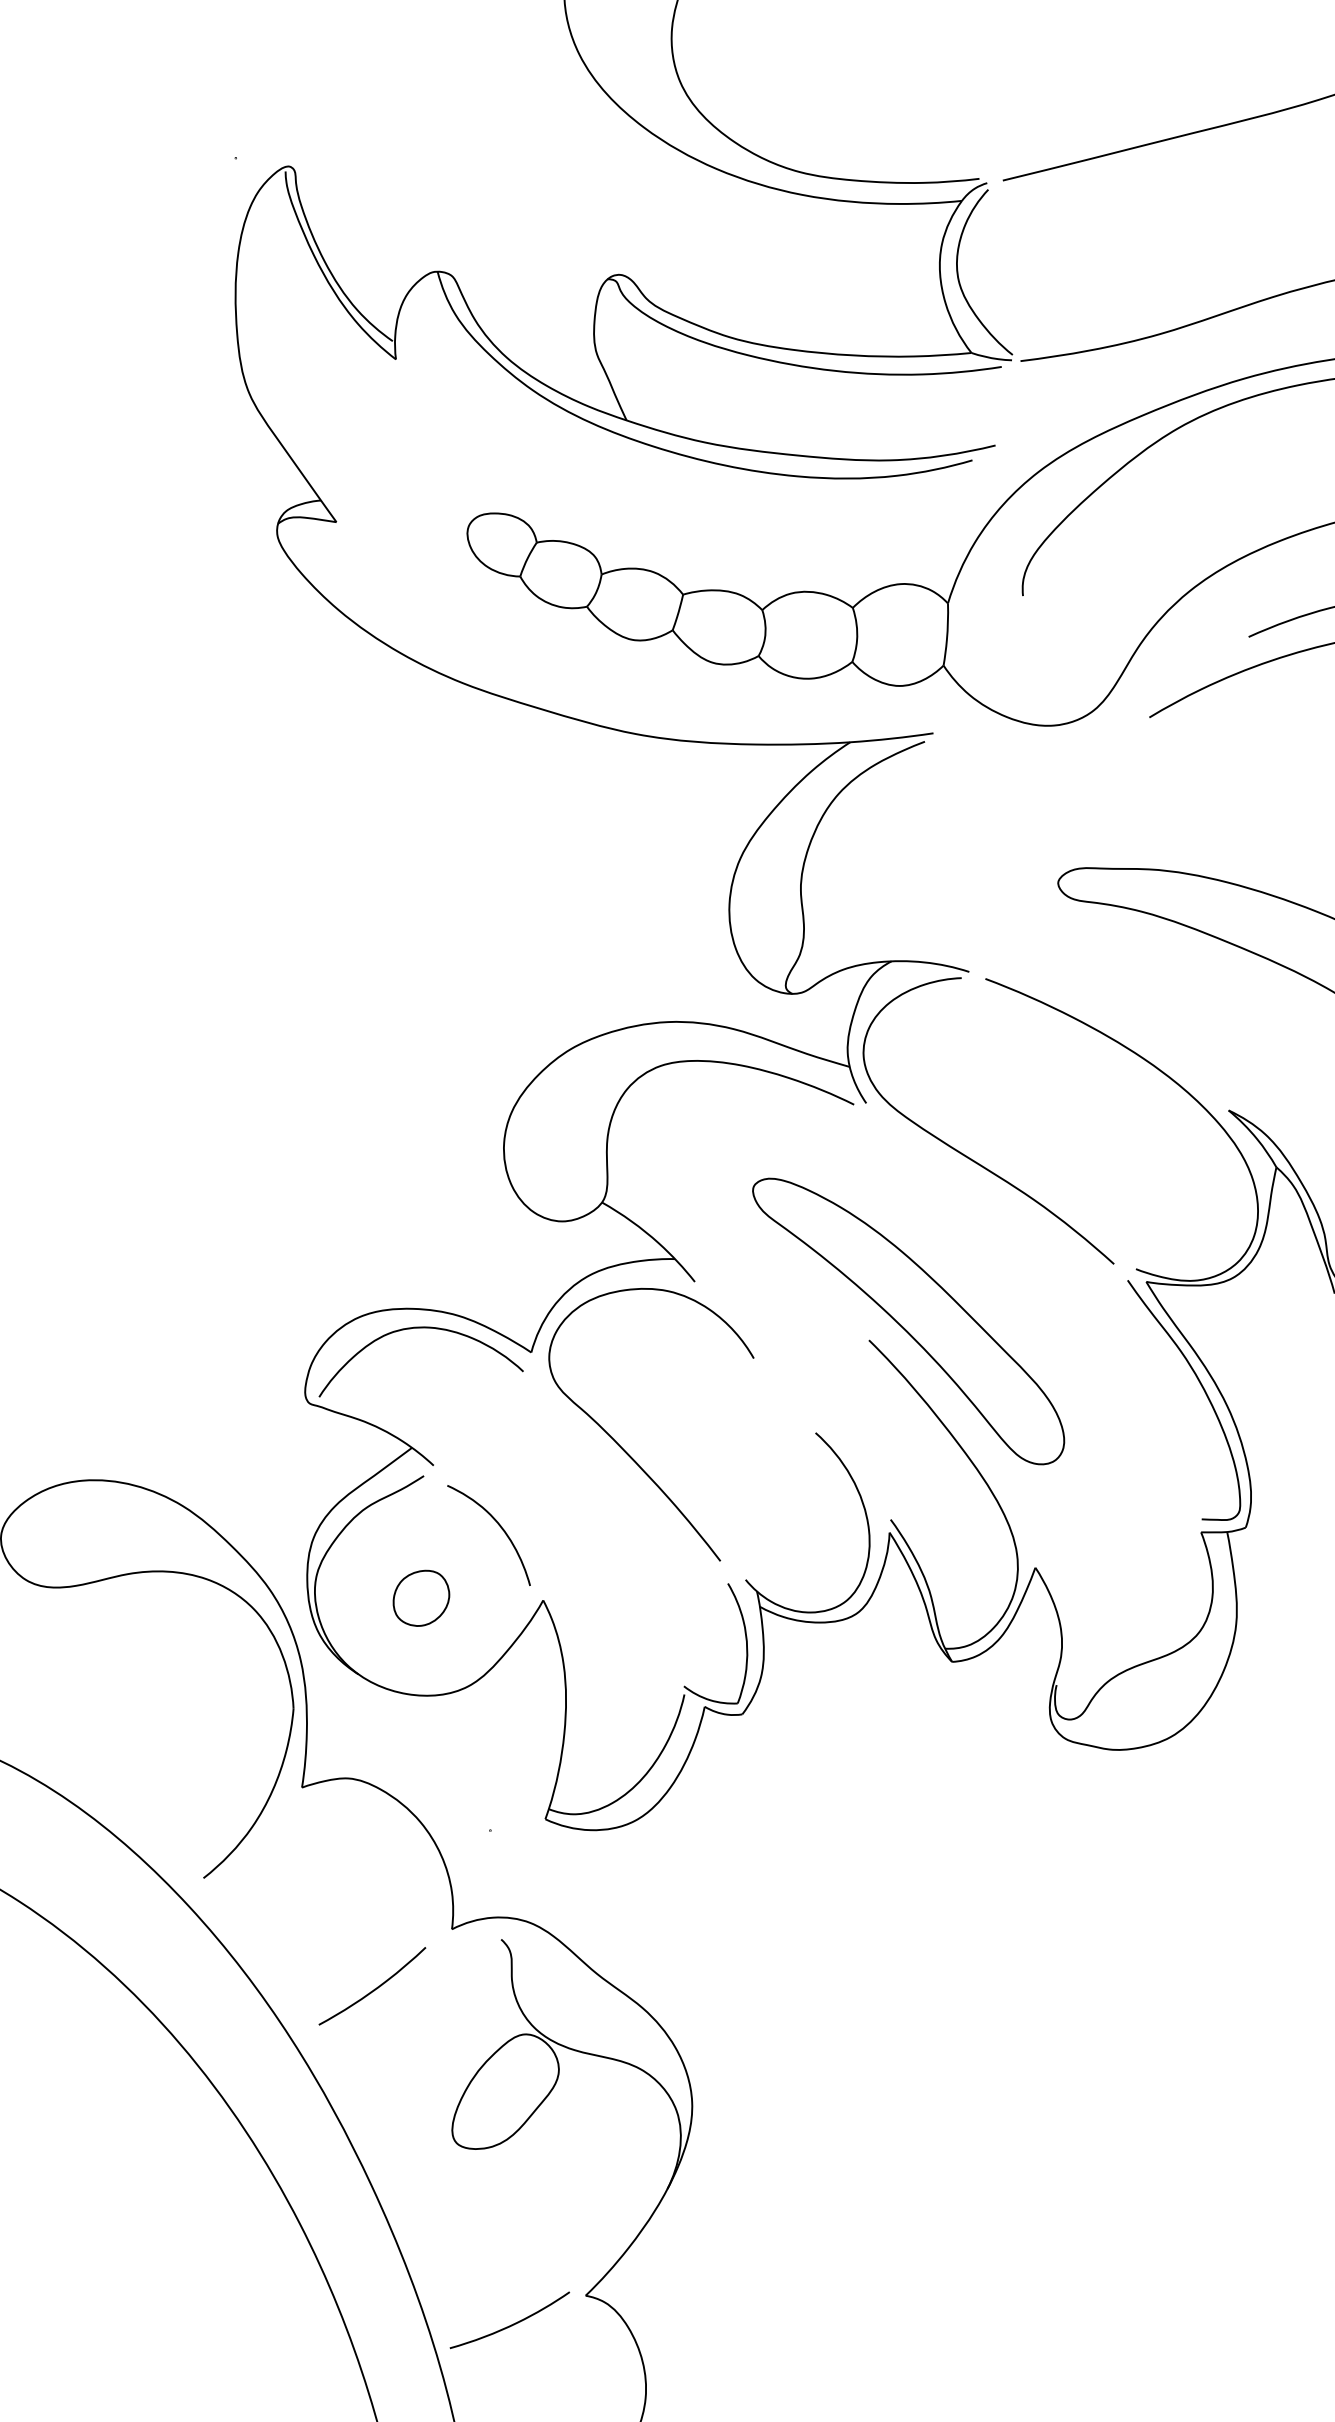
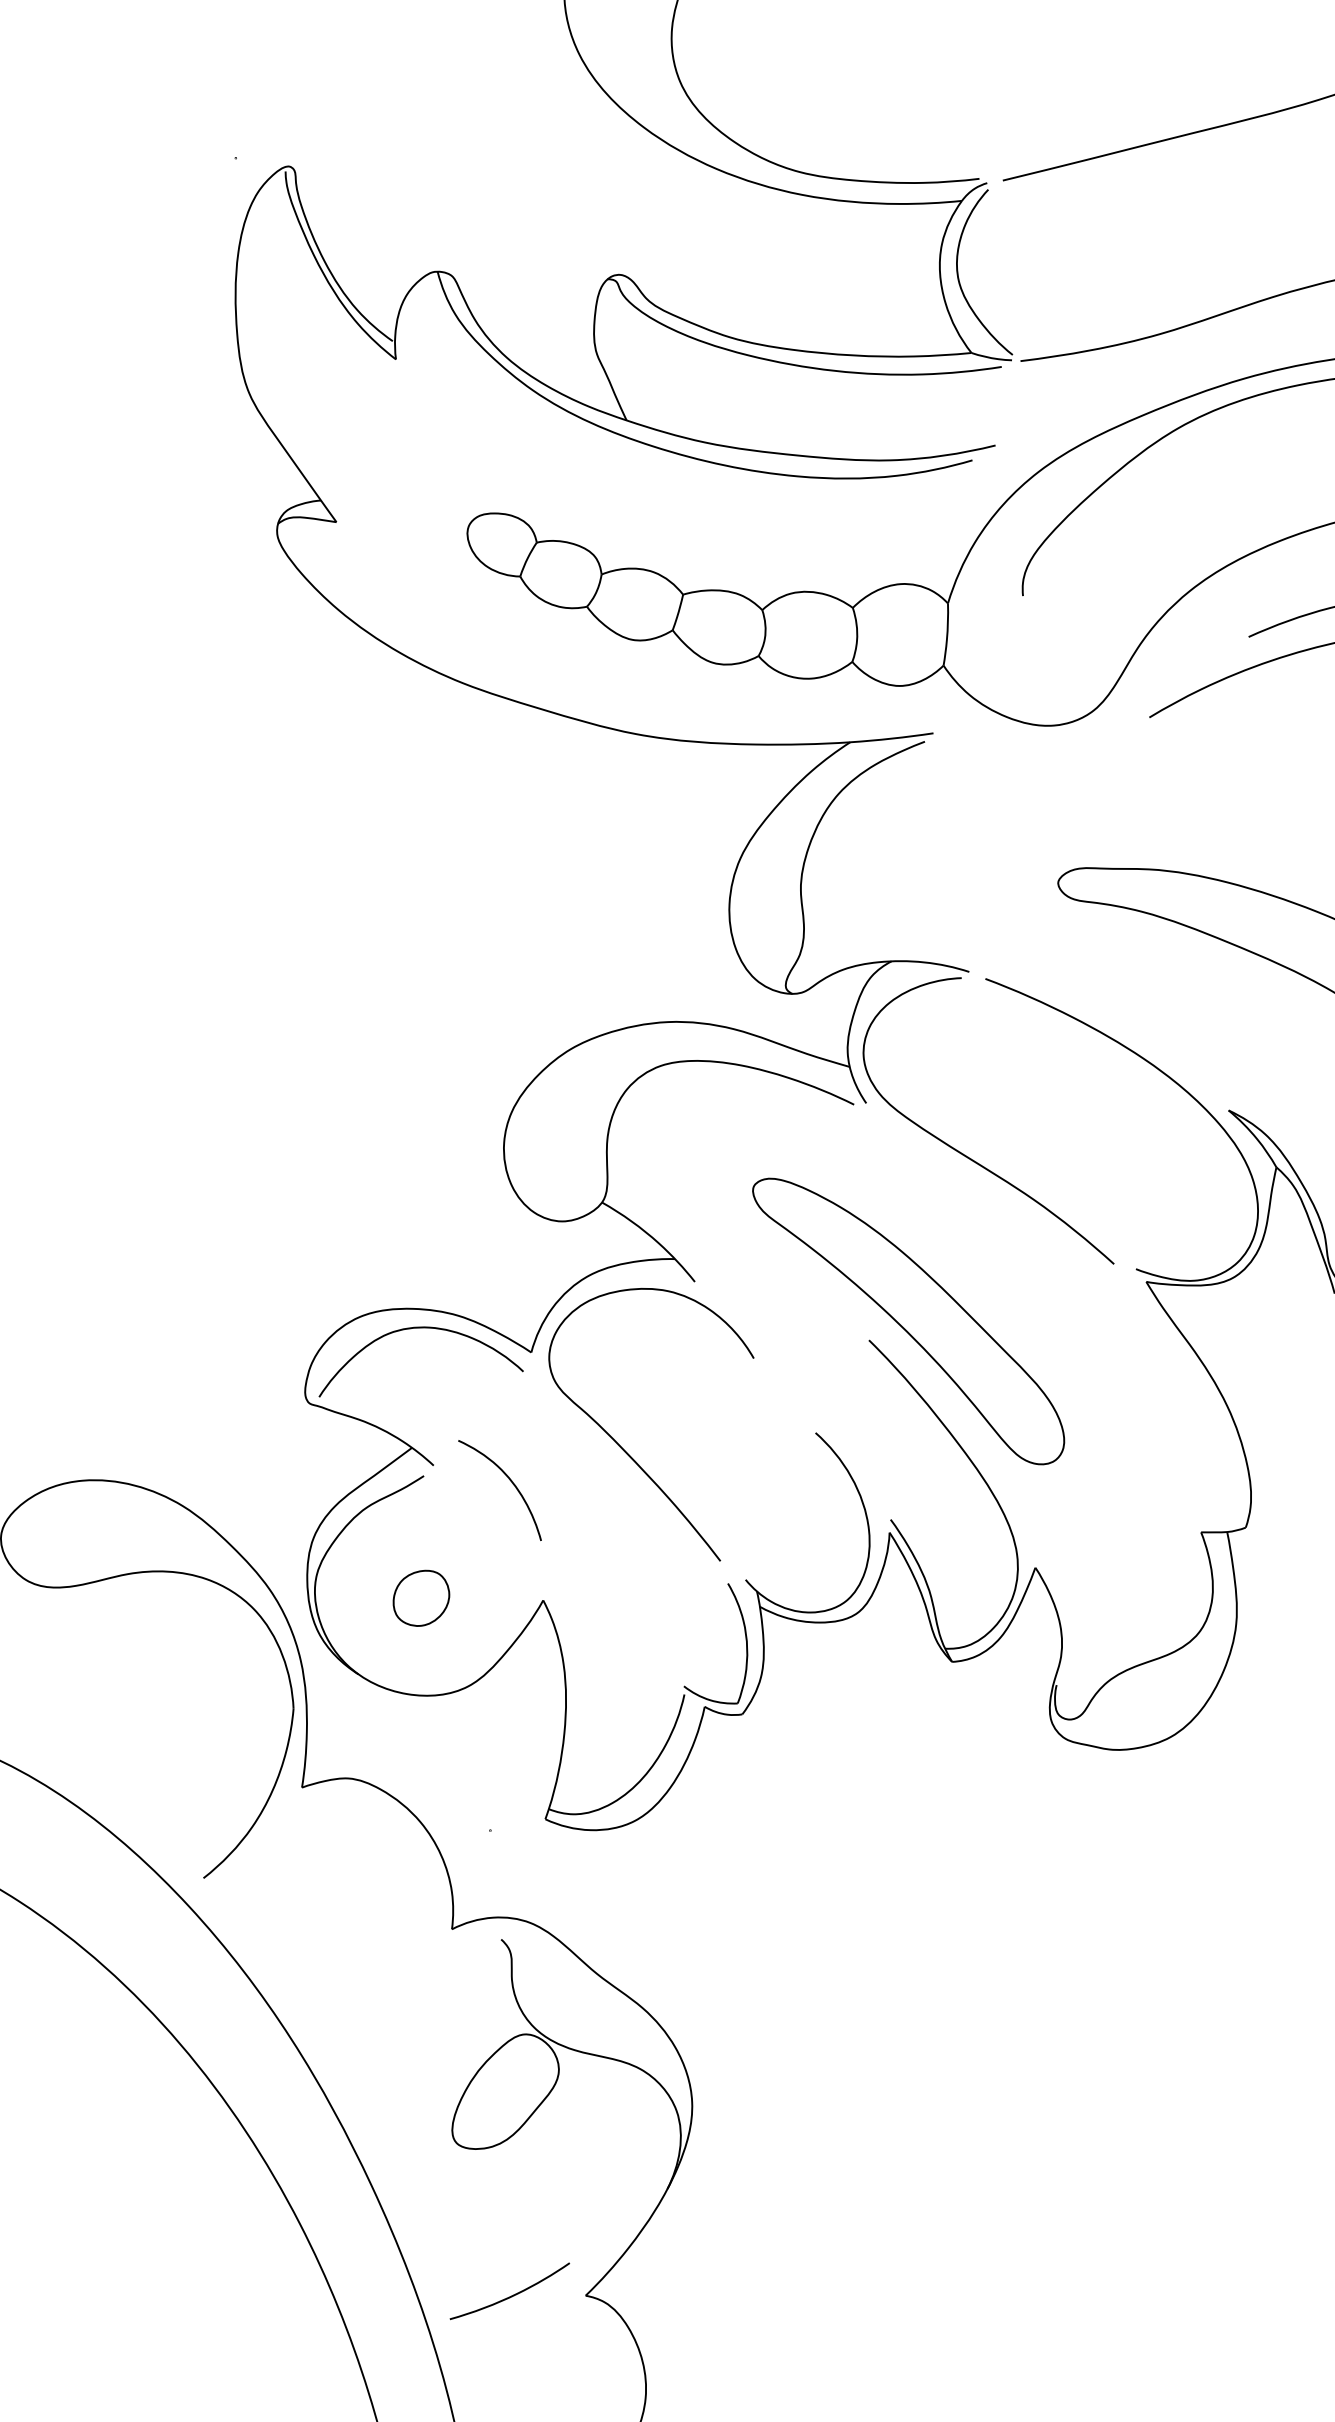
curve at (1201, 1387): present -> none
curve at (498, 1525) position: (498, 1525) -> (509, 1480)
curve at (374, 1988): present -> none
curve at (511, 2324) position: (511, 2324) -> (511, 2295)
